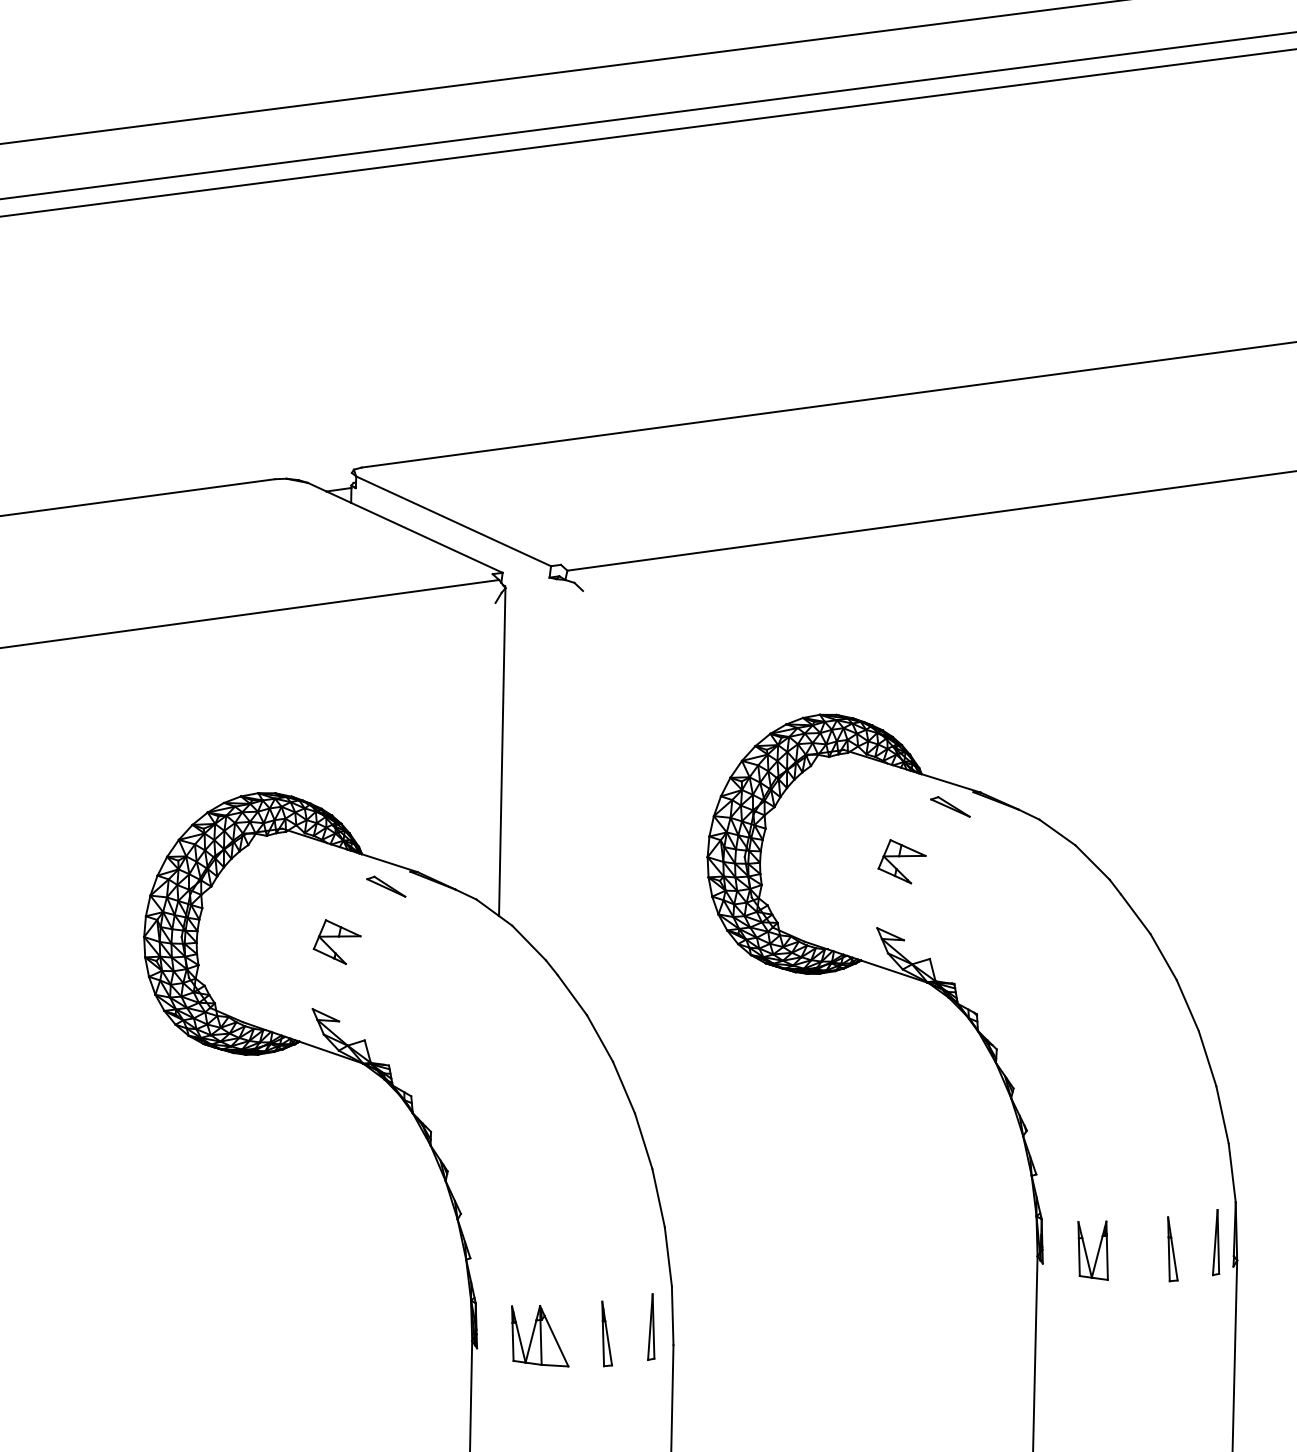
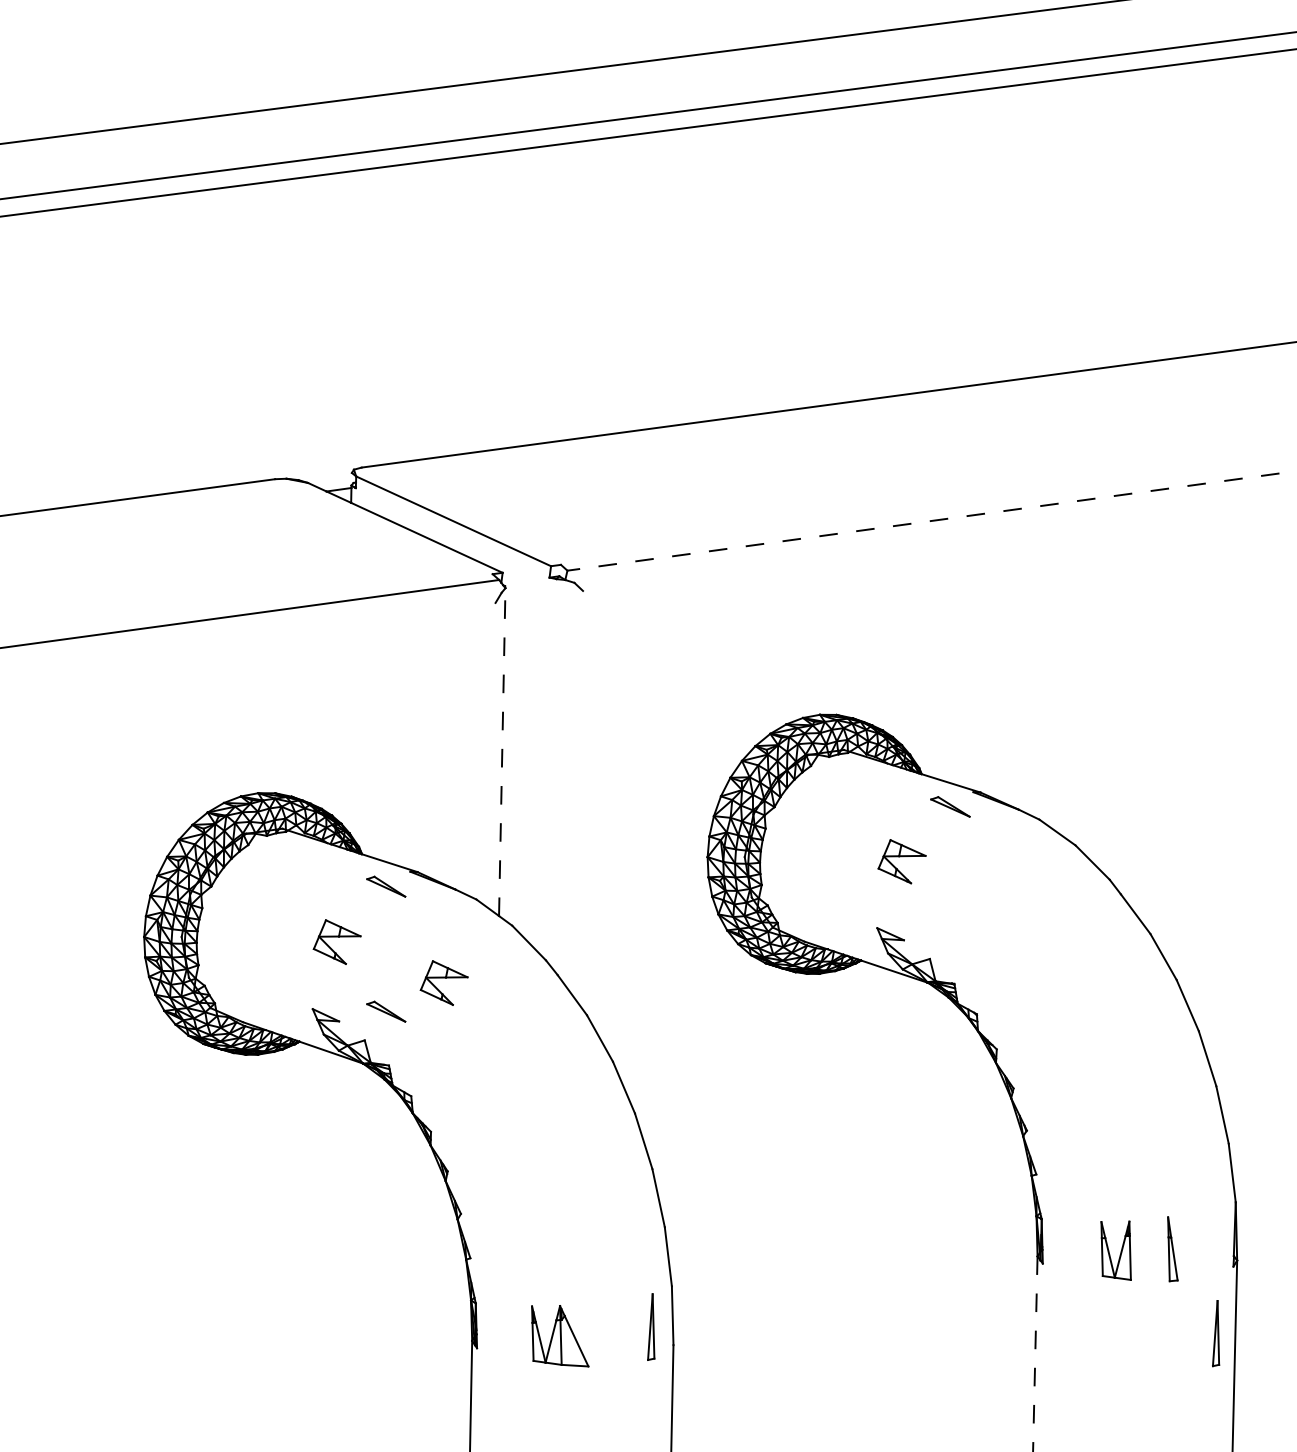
line at (932, 520): solid -> dashed
line at (502, 752): solid -> dashed
part at (443, 982): none -> present
part at (386, 1011): none -> present
part at (1216, 1242) position: (1216, 1242) -> (1216, 1333)
part at (1092, 1250) position: (1092, 1250) -> (1115, 1250)
part at (606, 1333): present -> none
part at (540, 1336) position: (540, 1336) -> (560, 1336)
line at (1035, 1354): solid -> dashed
